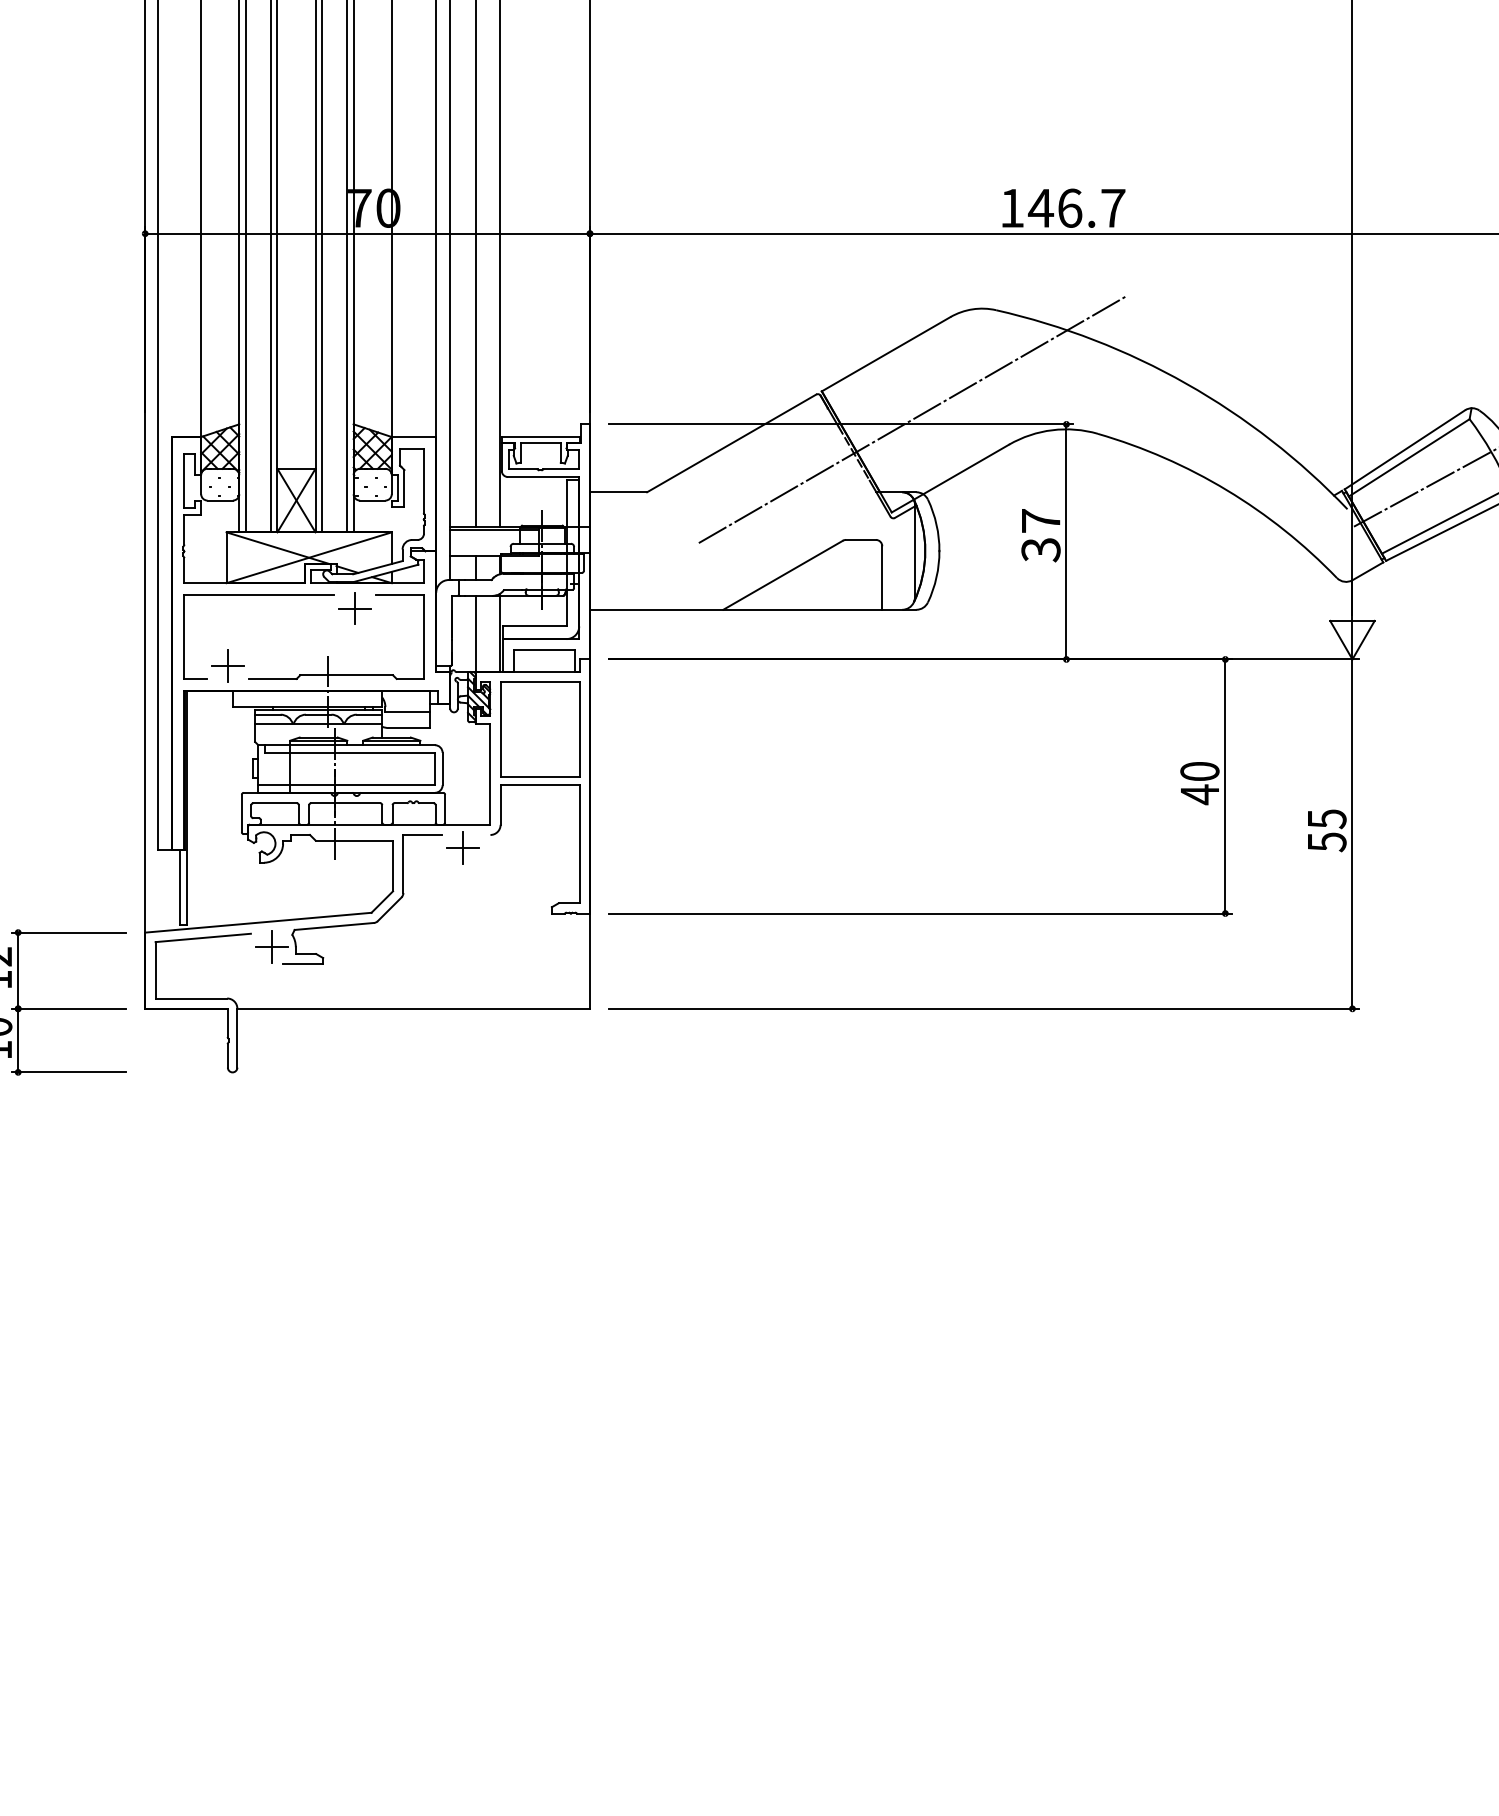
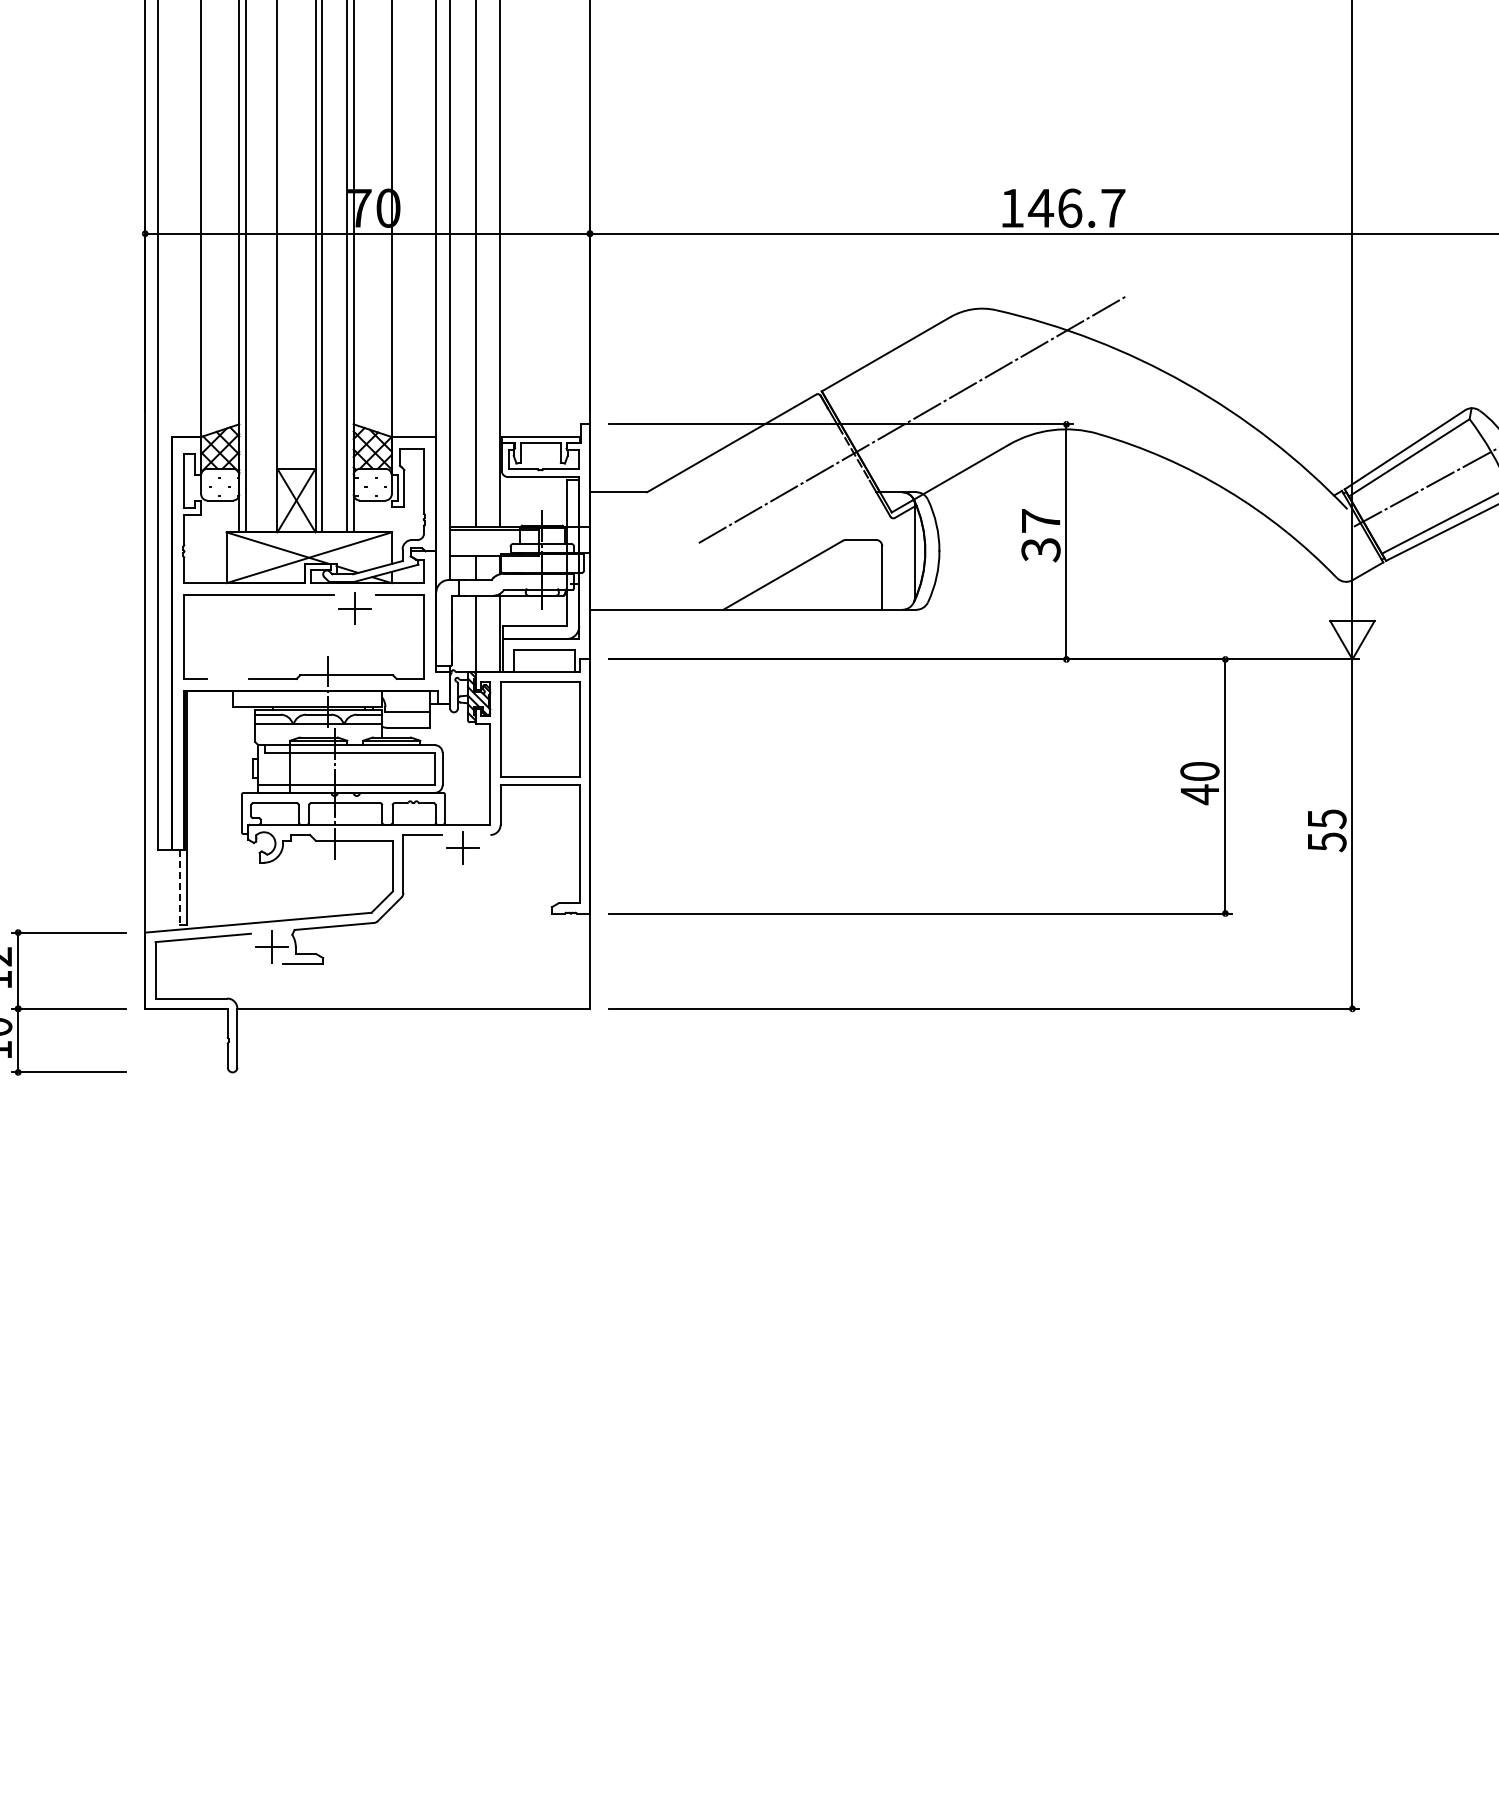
line at (271, 267): present -> none
part at (227, 665): present -> none
line at (180, 888): solid -> dashed
